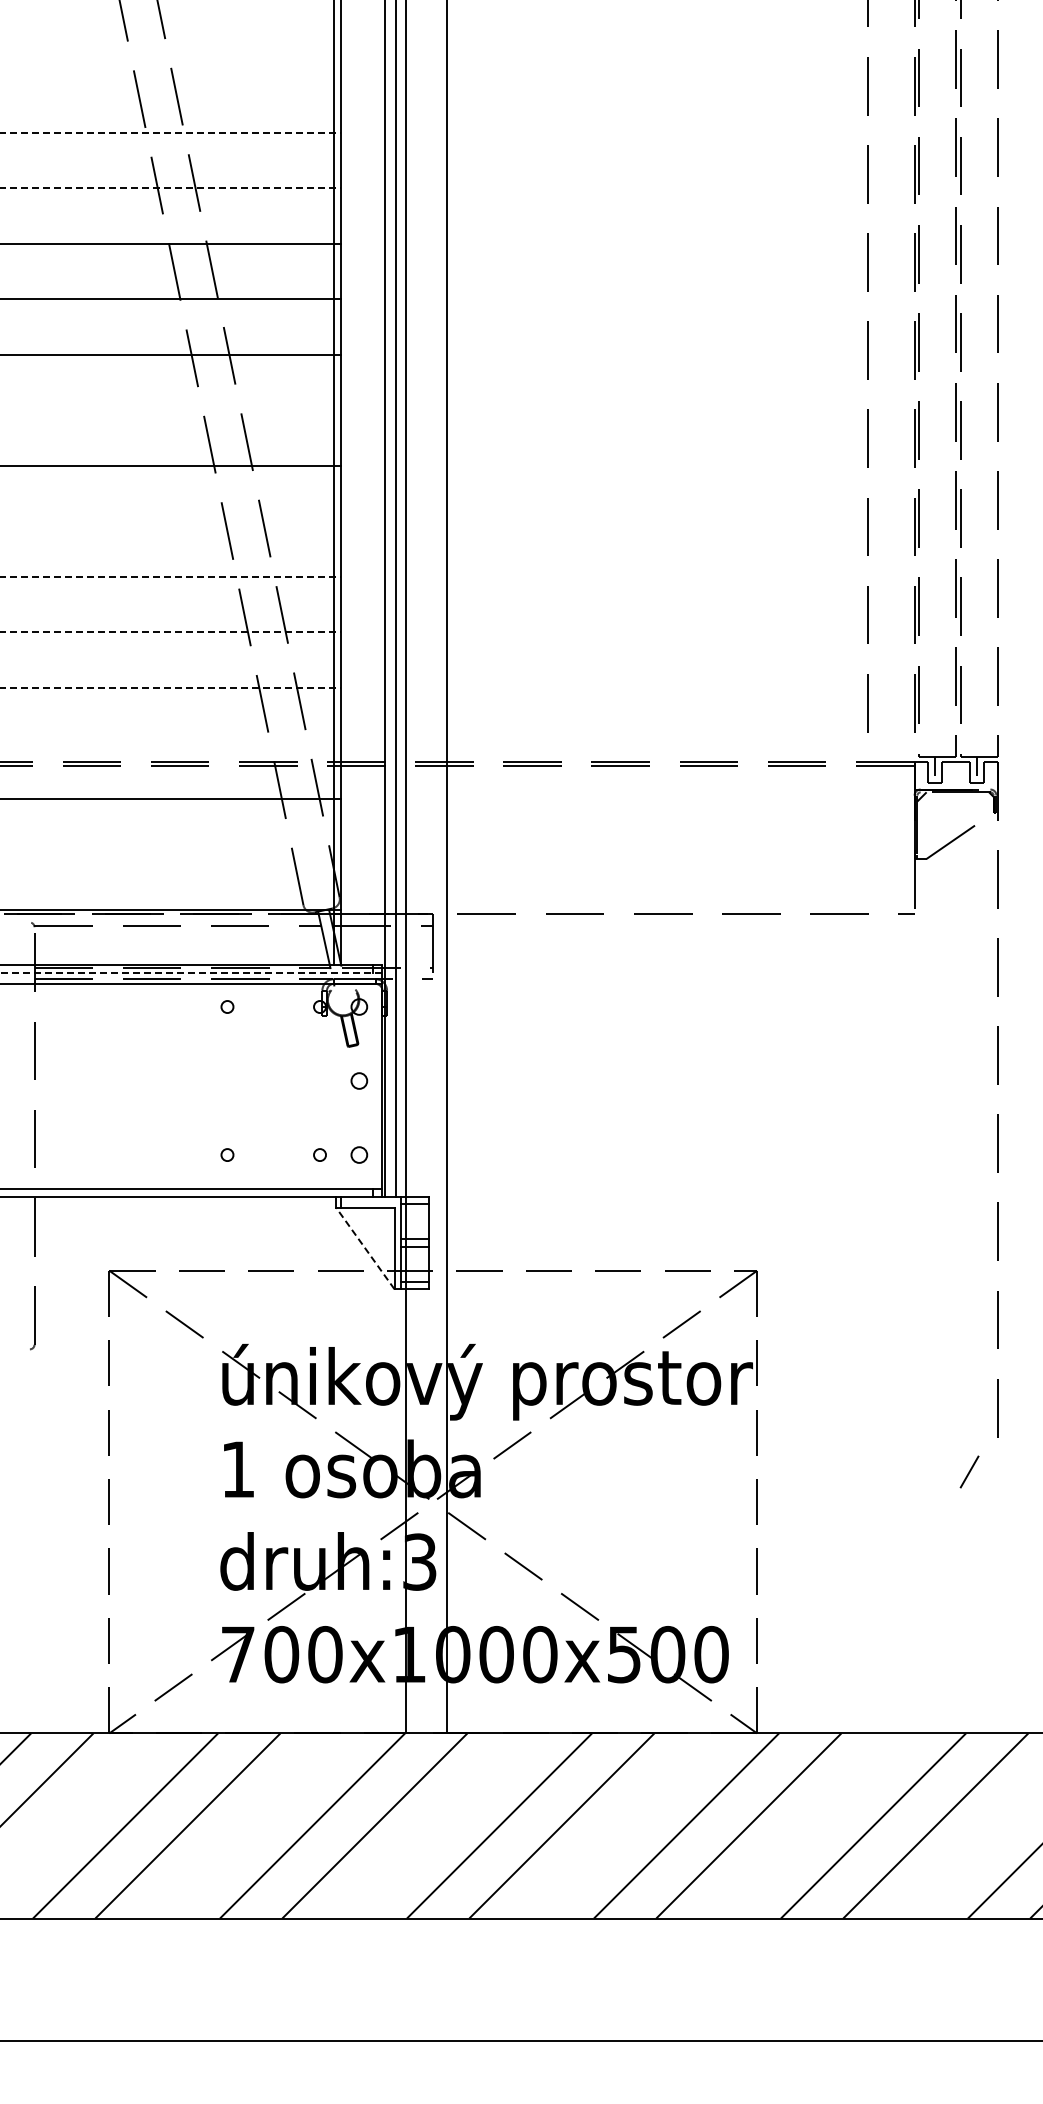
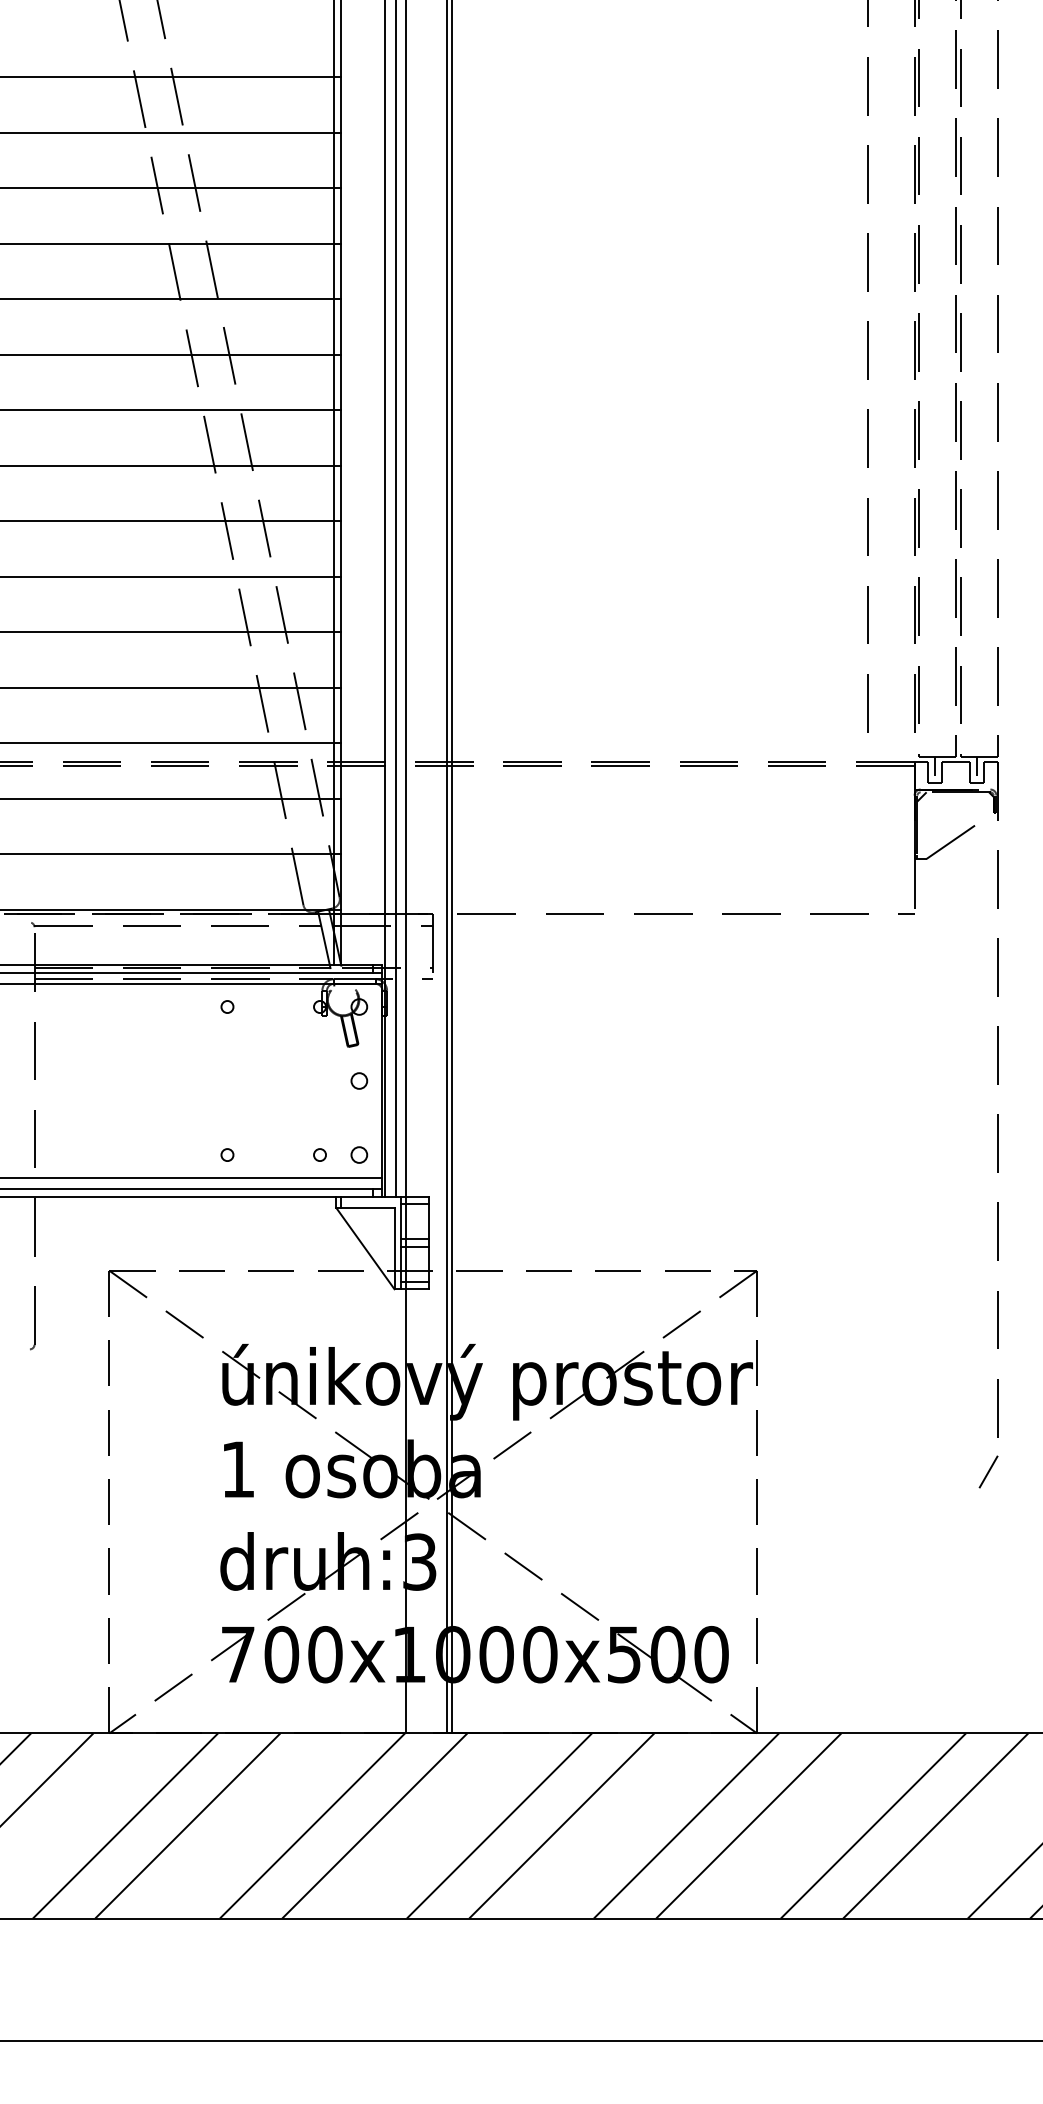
line at (171, 77): none -> present
line at (170, 132): dashed -> solid
line at (170, 188): dashed -> solid
line at (171, 410): none -> present
line at (171, 521): none -> present
line at (170, 576): dashed -> solid
line at (170, 632): dashed -> solid
line at (170, 687): dashed -> solid
line at (171, 743): none -> present
line at (171, 854): none -> present
line at (451, 867): none -> present
line at (191, 972): dashed -> solid
line at (192, 1178): none -> present
line at (365, 1248): dashed -> solid
line at (969, 1471) position: (969, 1471) -> (988, 1471)
